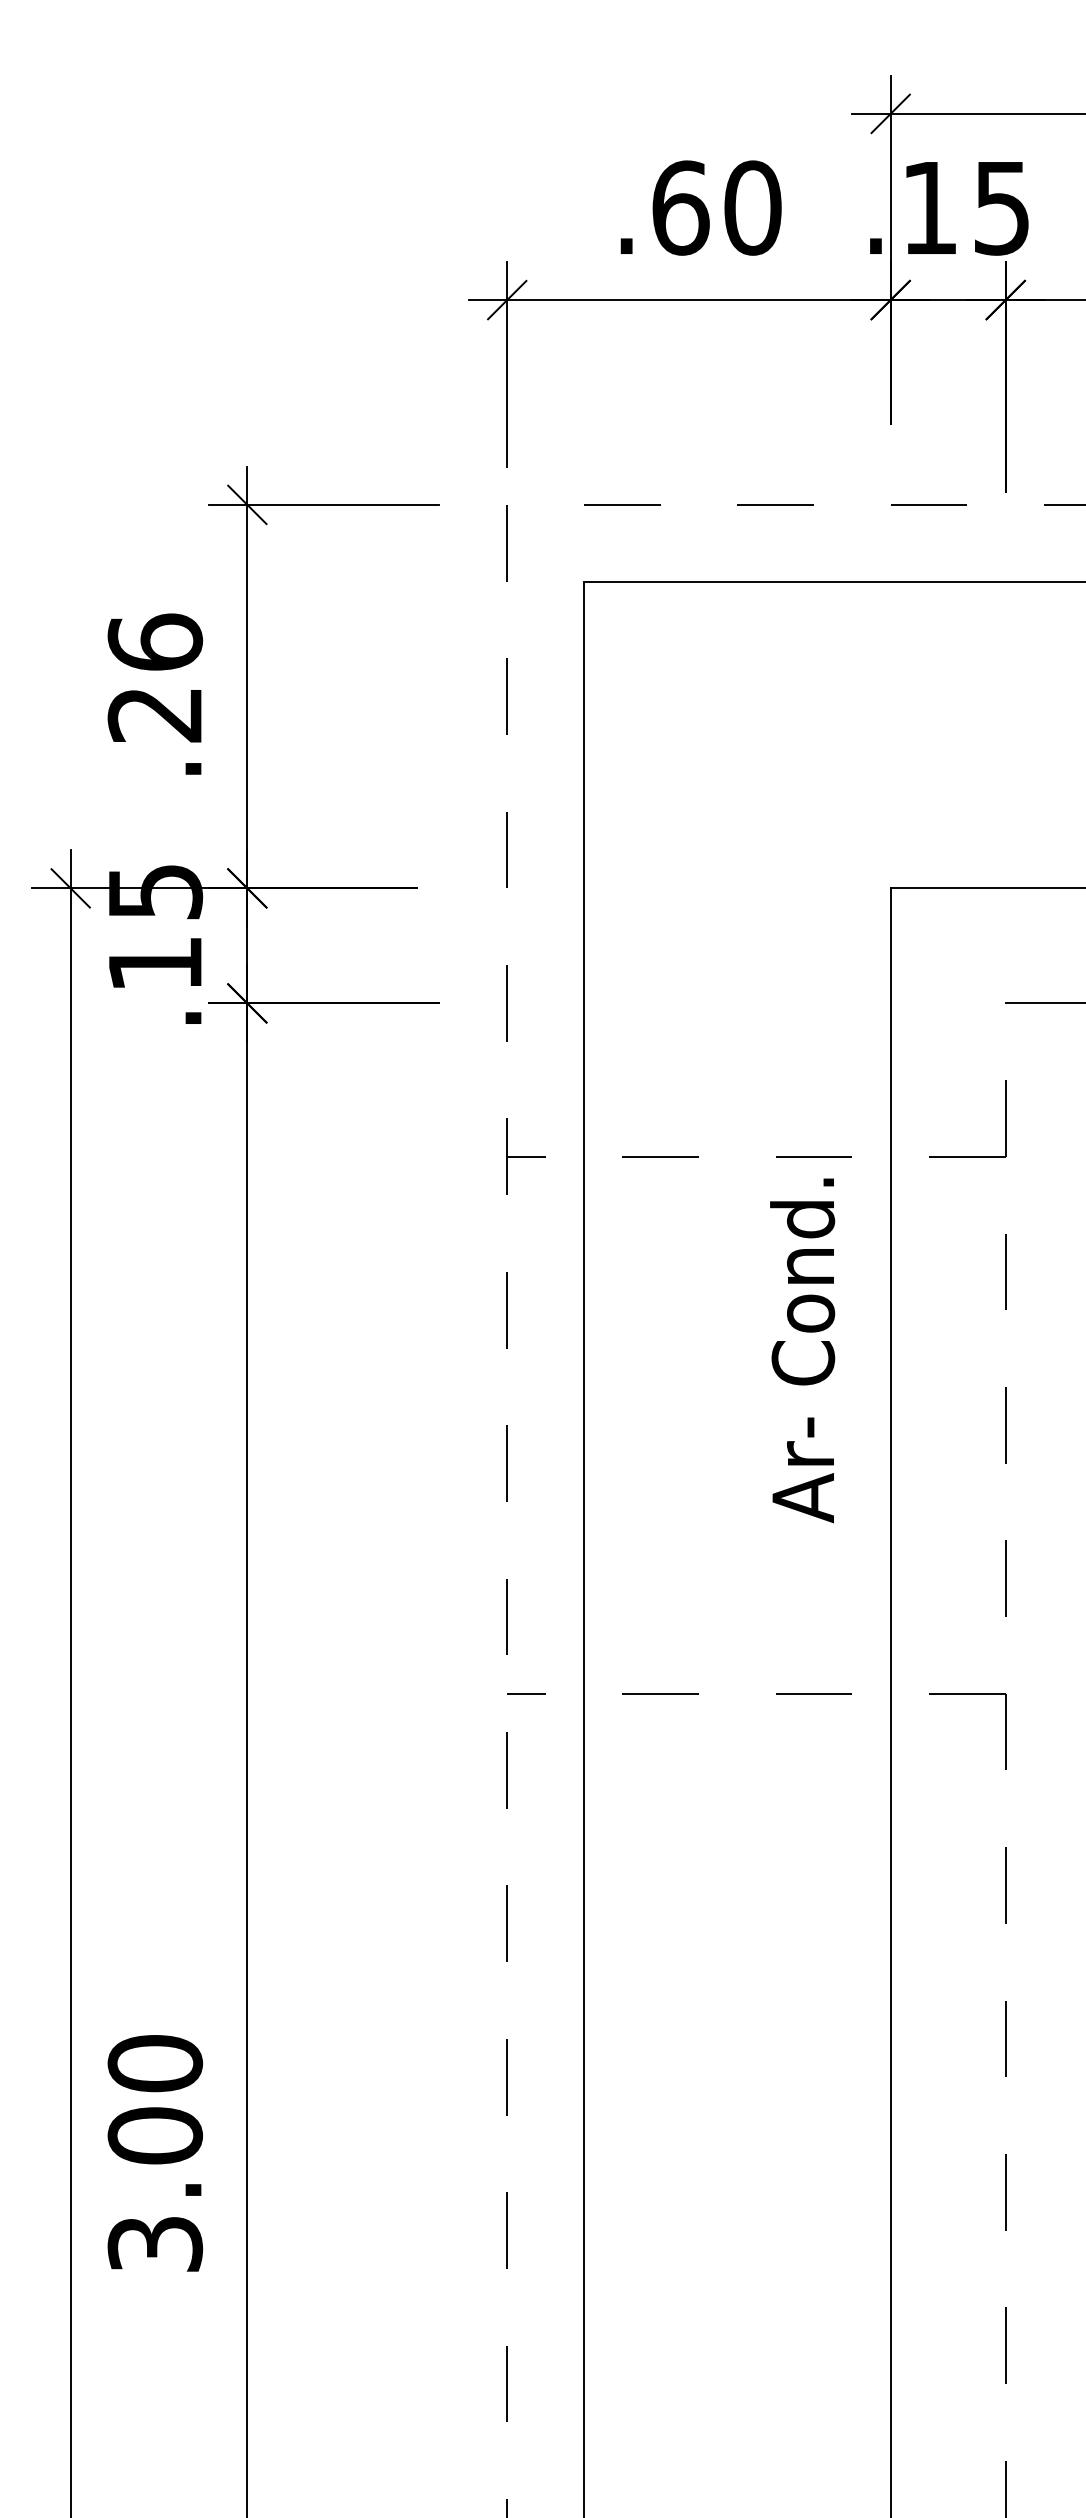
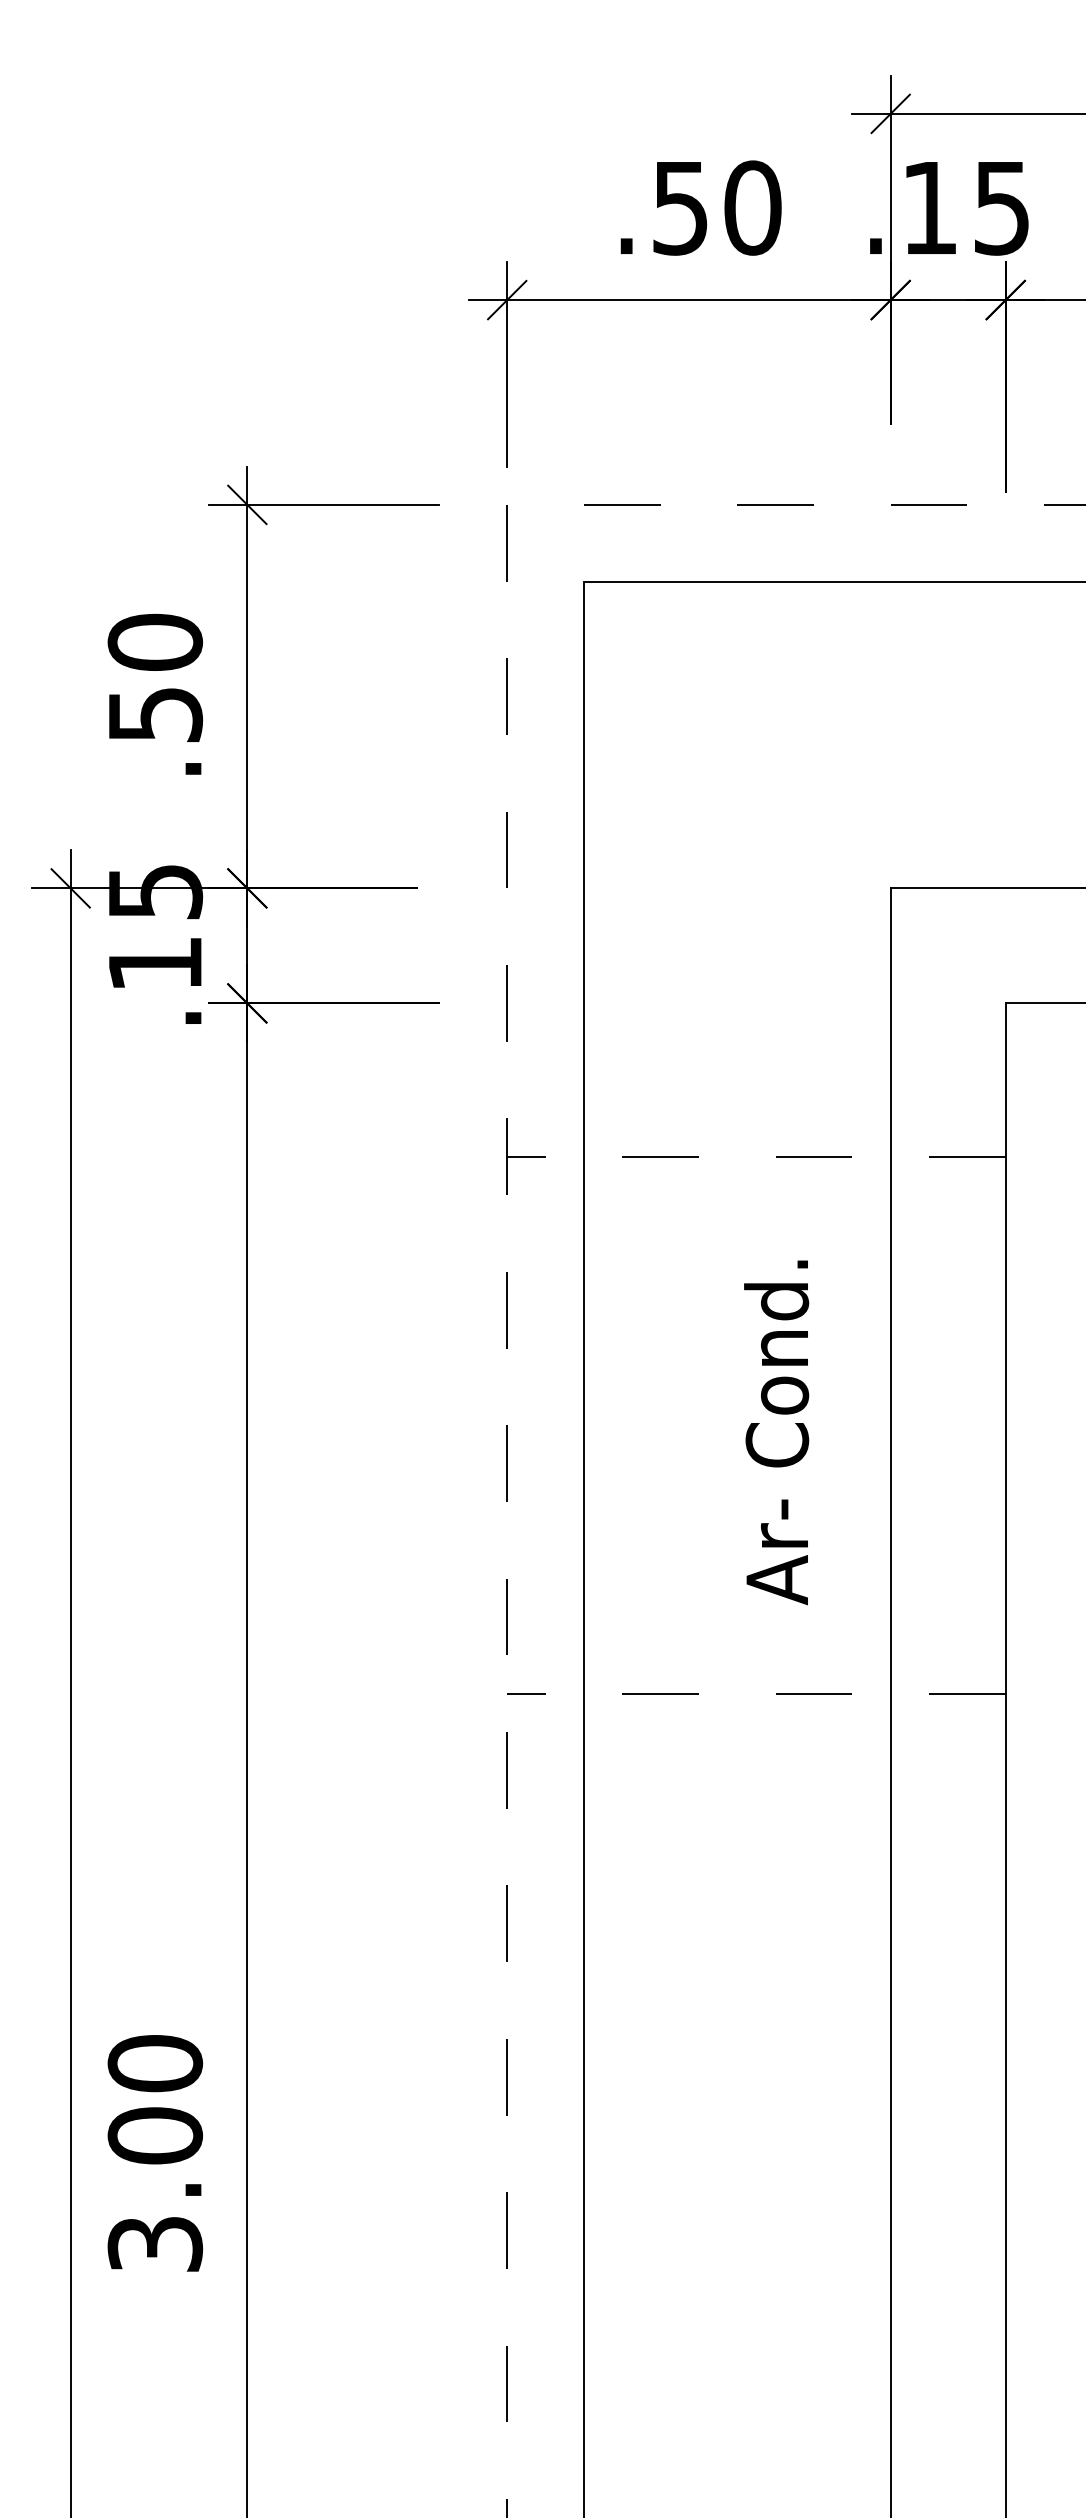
text at (680, 207): .60 -> .50
text at (155, 677): .26 -> .50
text at (802, 1350) position: (802, 1350) -> (776, 1432)
line at (1005, 1760): dashed -> solid
